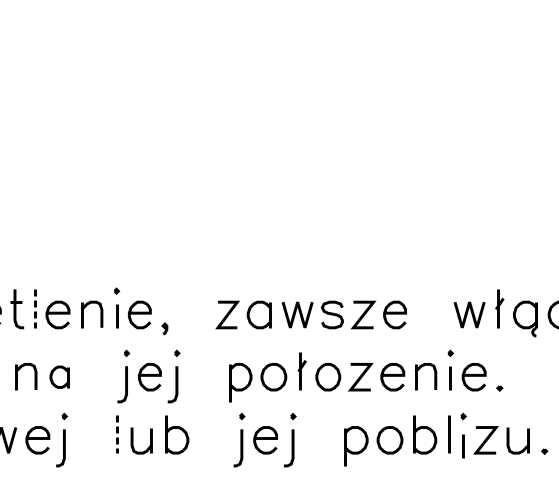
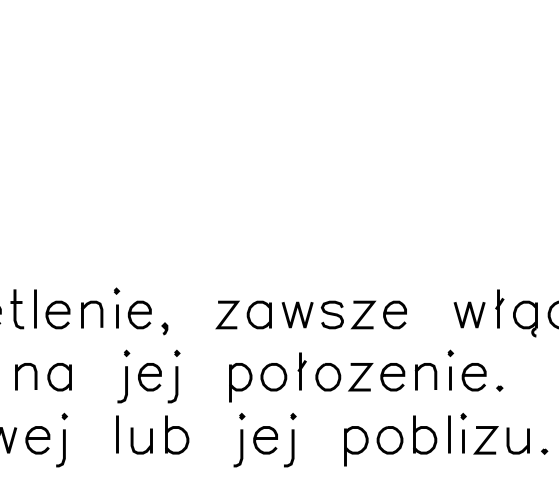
line at (35, 309): dashed -> solid
part at (59, 376) size: 21x24 px -> 25x29 px
line at (117, 434): dashed -> solid
line at (463, 446) position: (463, 446) -> (463, 441)
